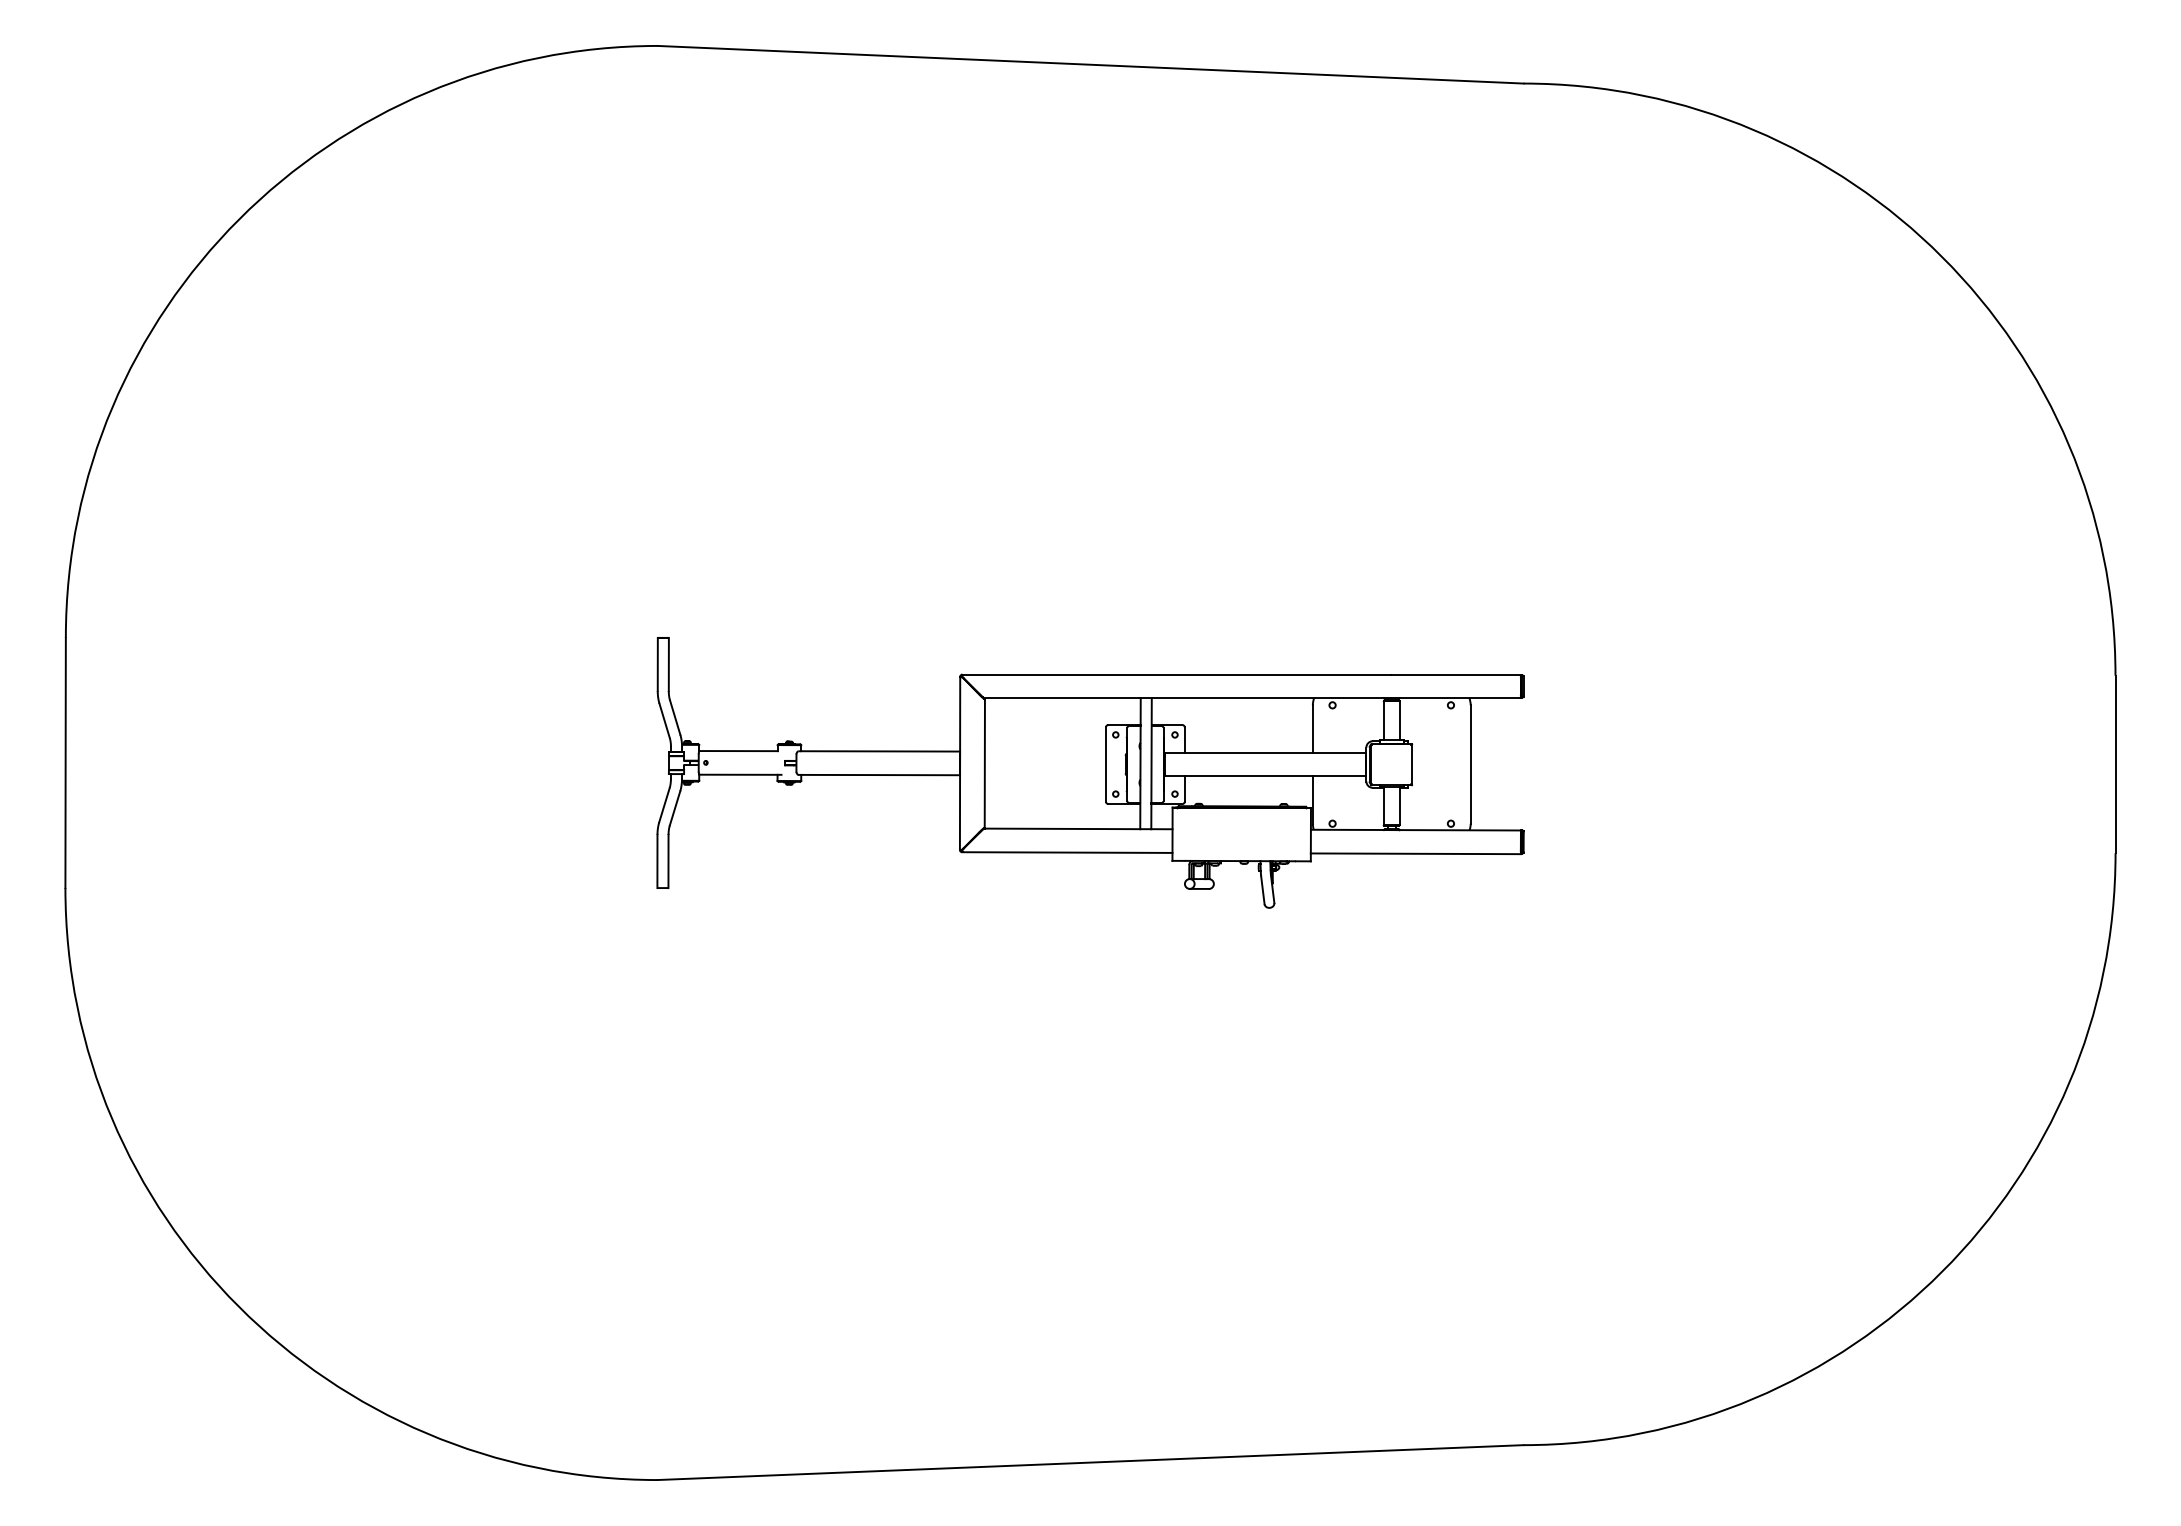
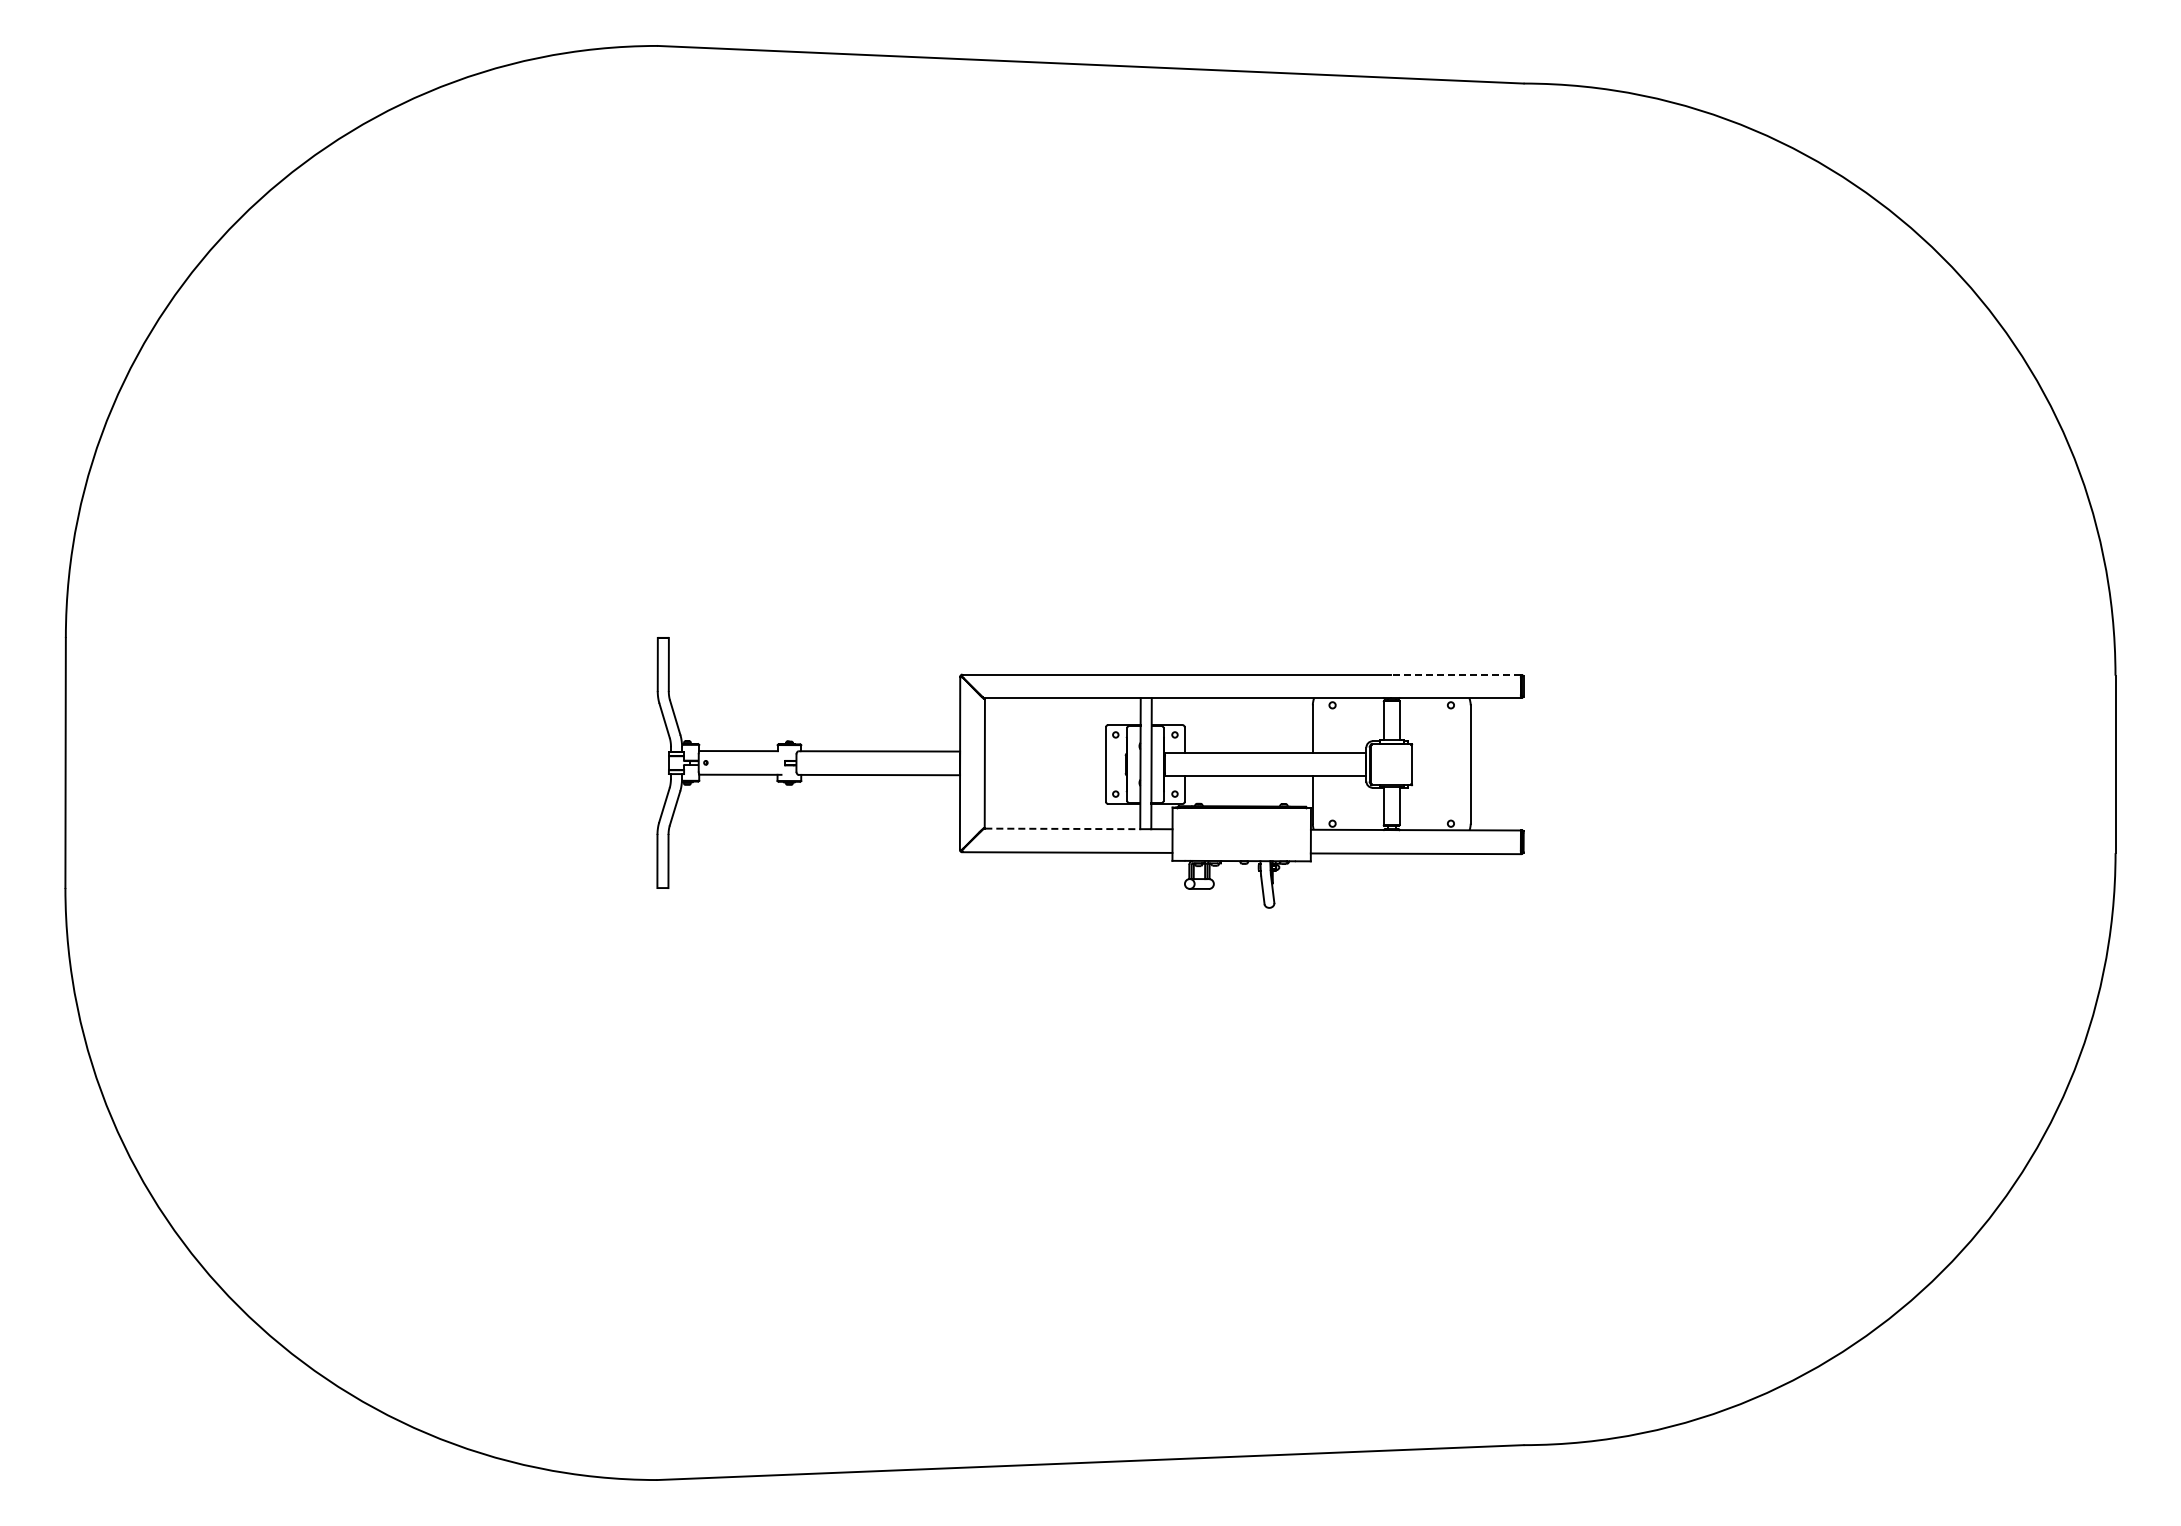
line at (1456, 674): solid -> dashed
line at (1063, 828): solid -> dashed
